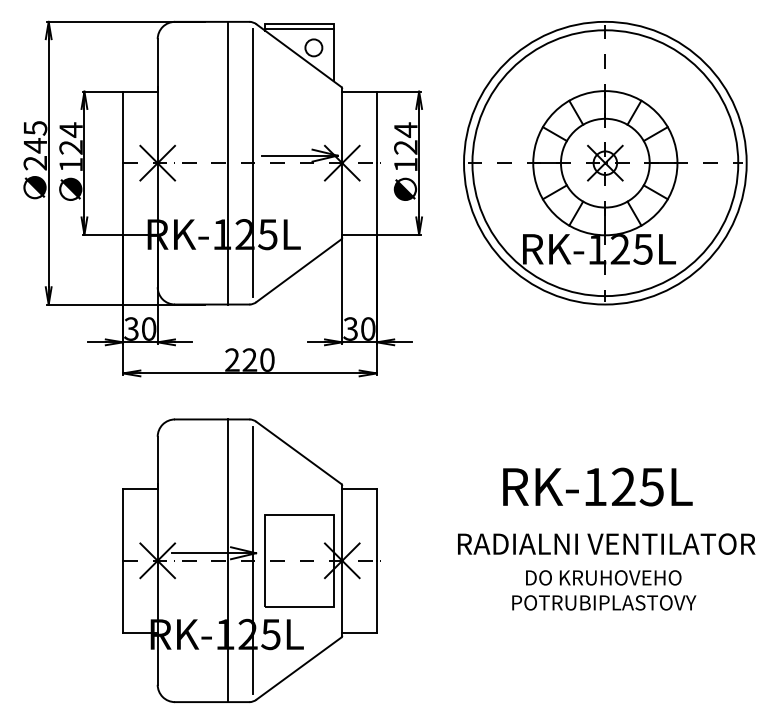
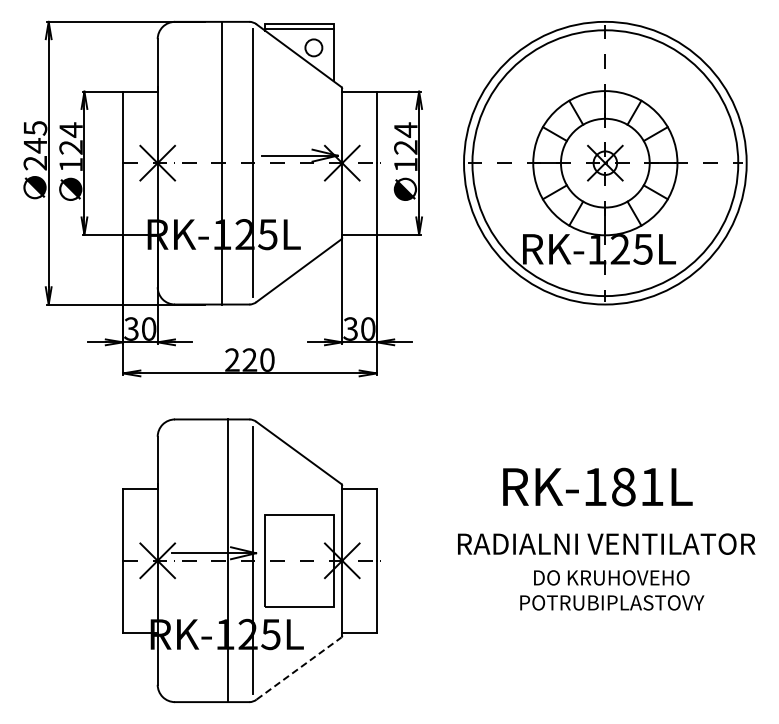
line at (228, 162) position: (228, 162) -> (222, 162)
text at (637, 486): RK-125L -> RK-181L
text at (604, 590) position: (604, 590) -> (612, 590)
line at (299, 668): solid -> dashed
